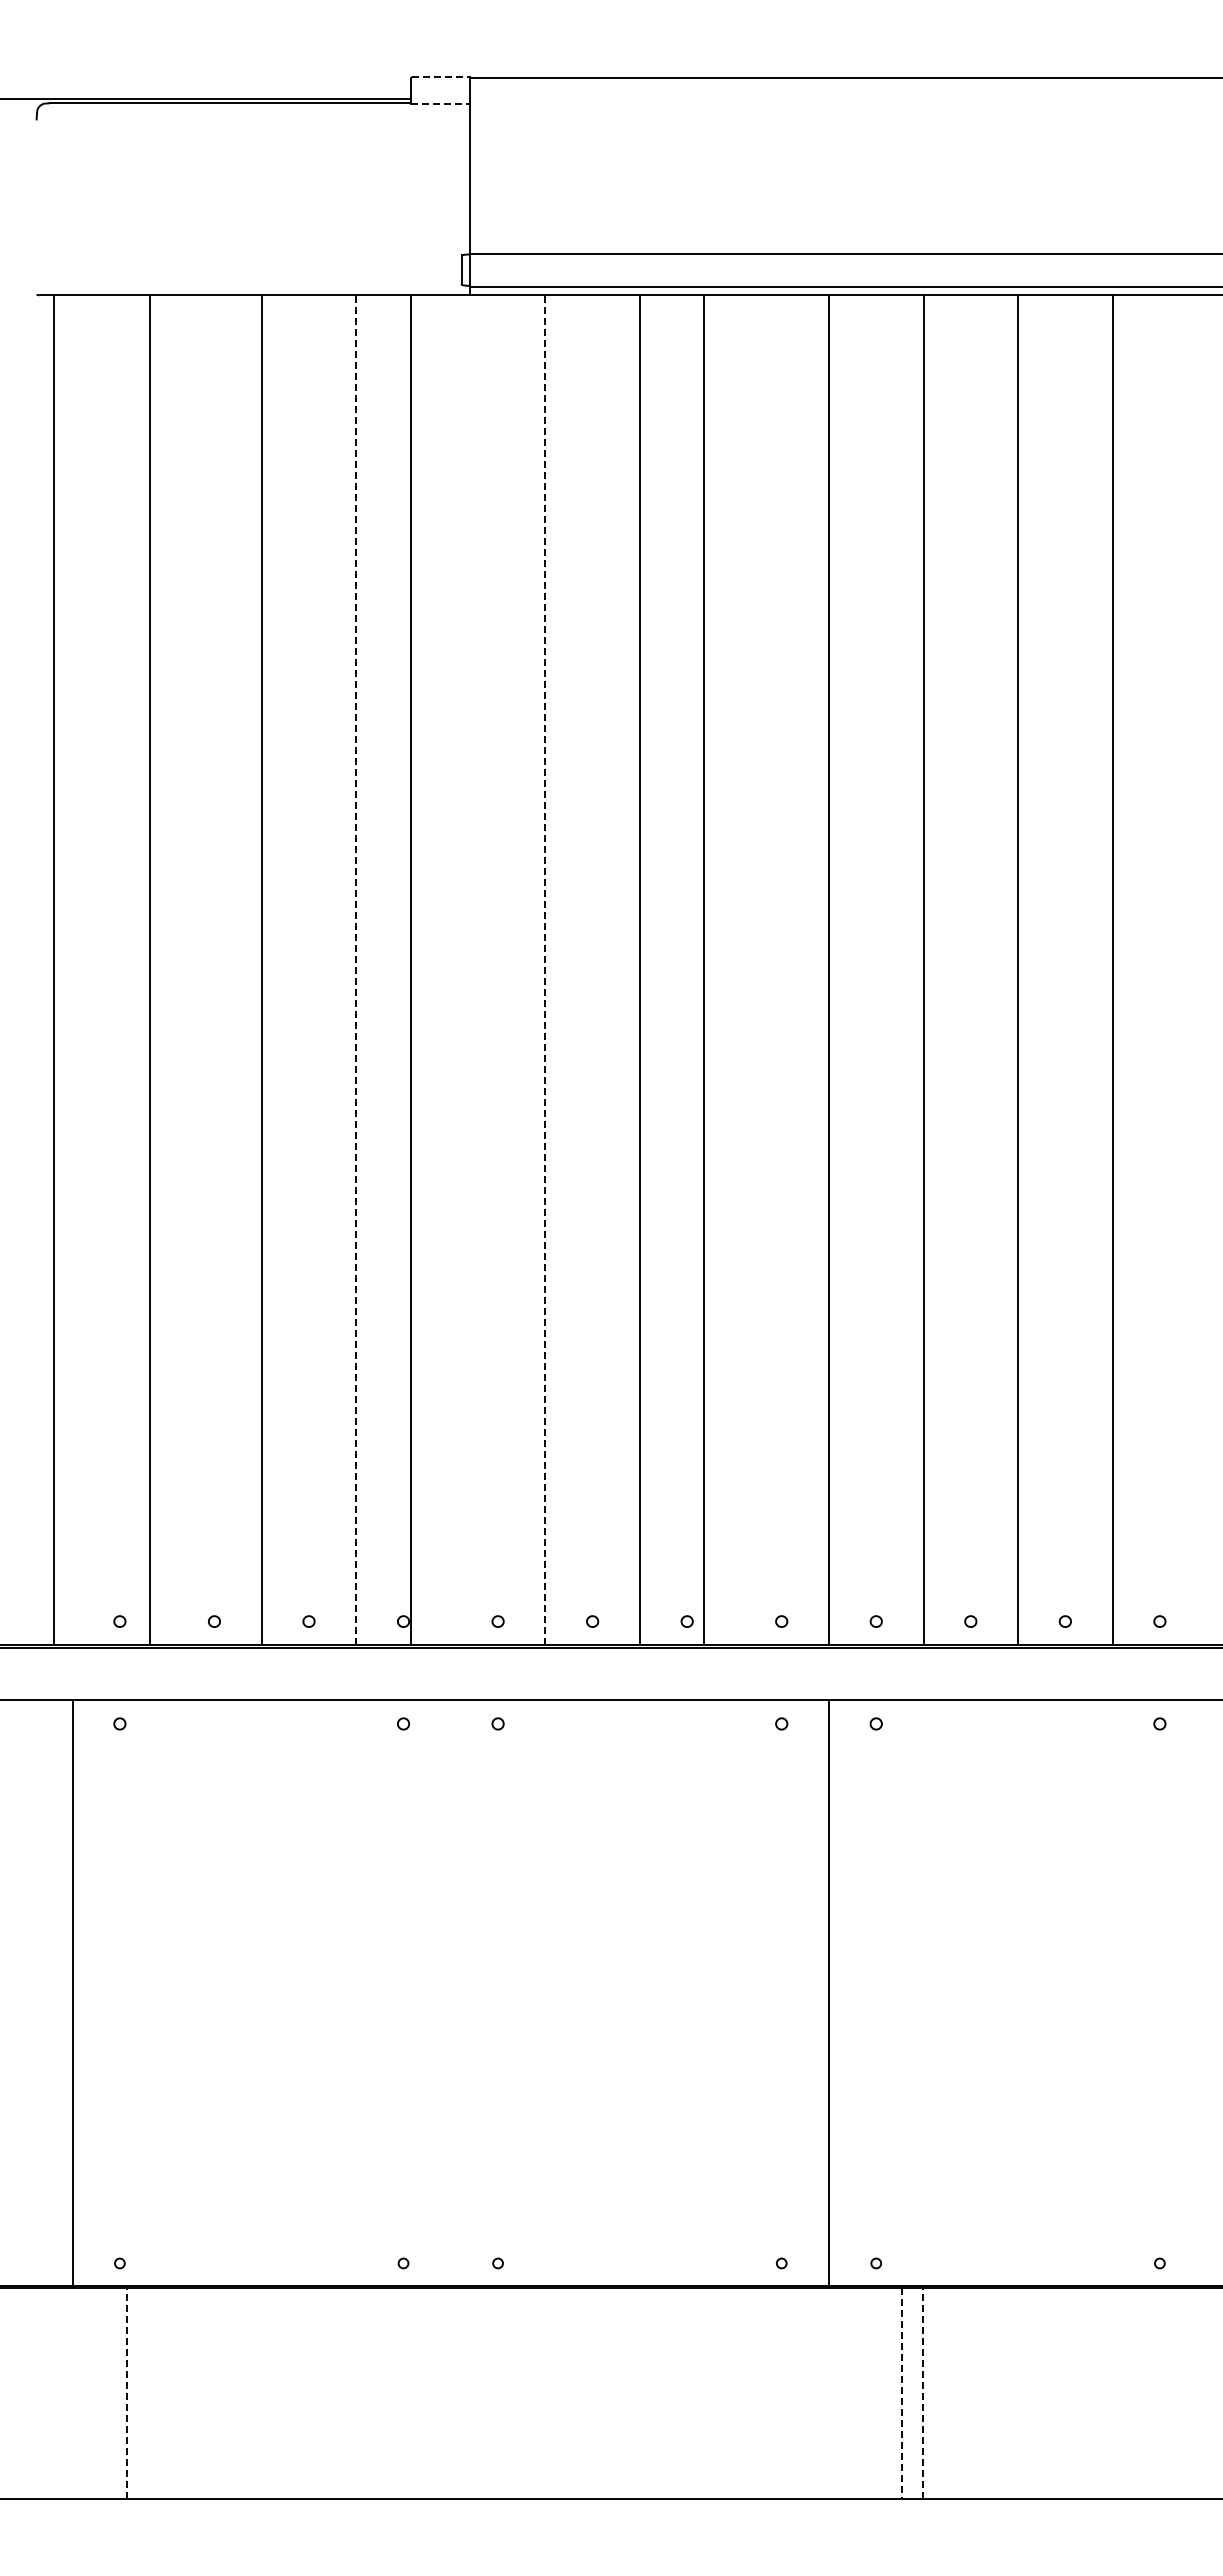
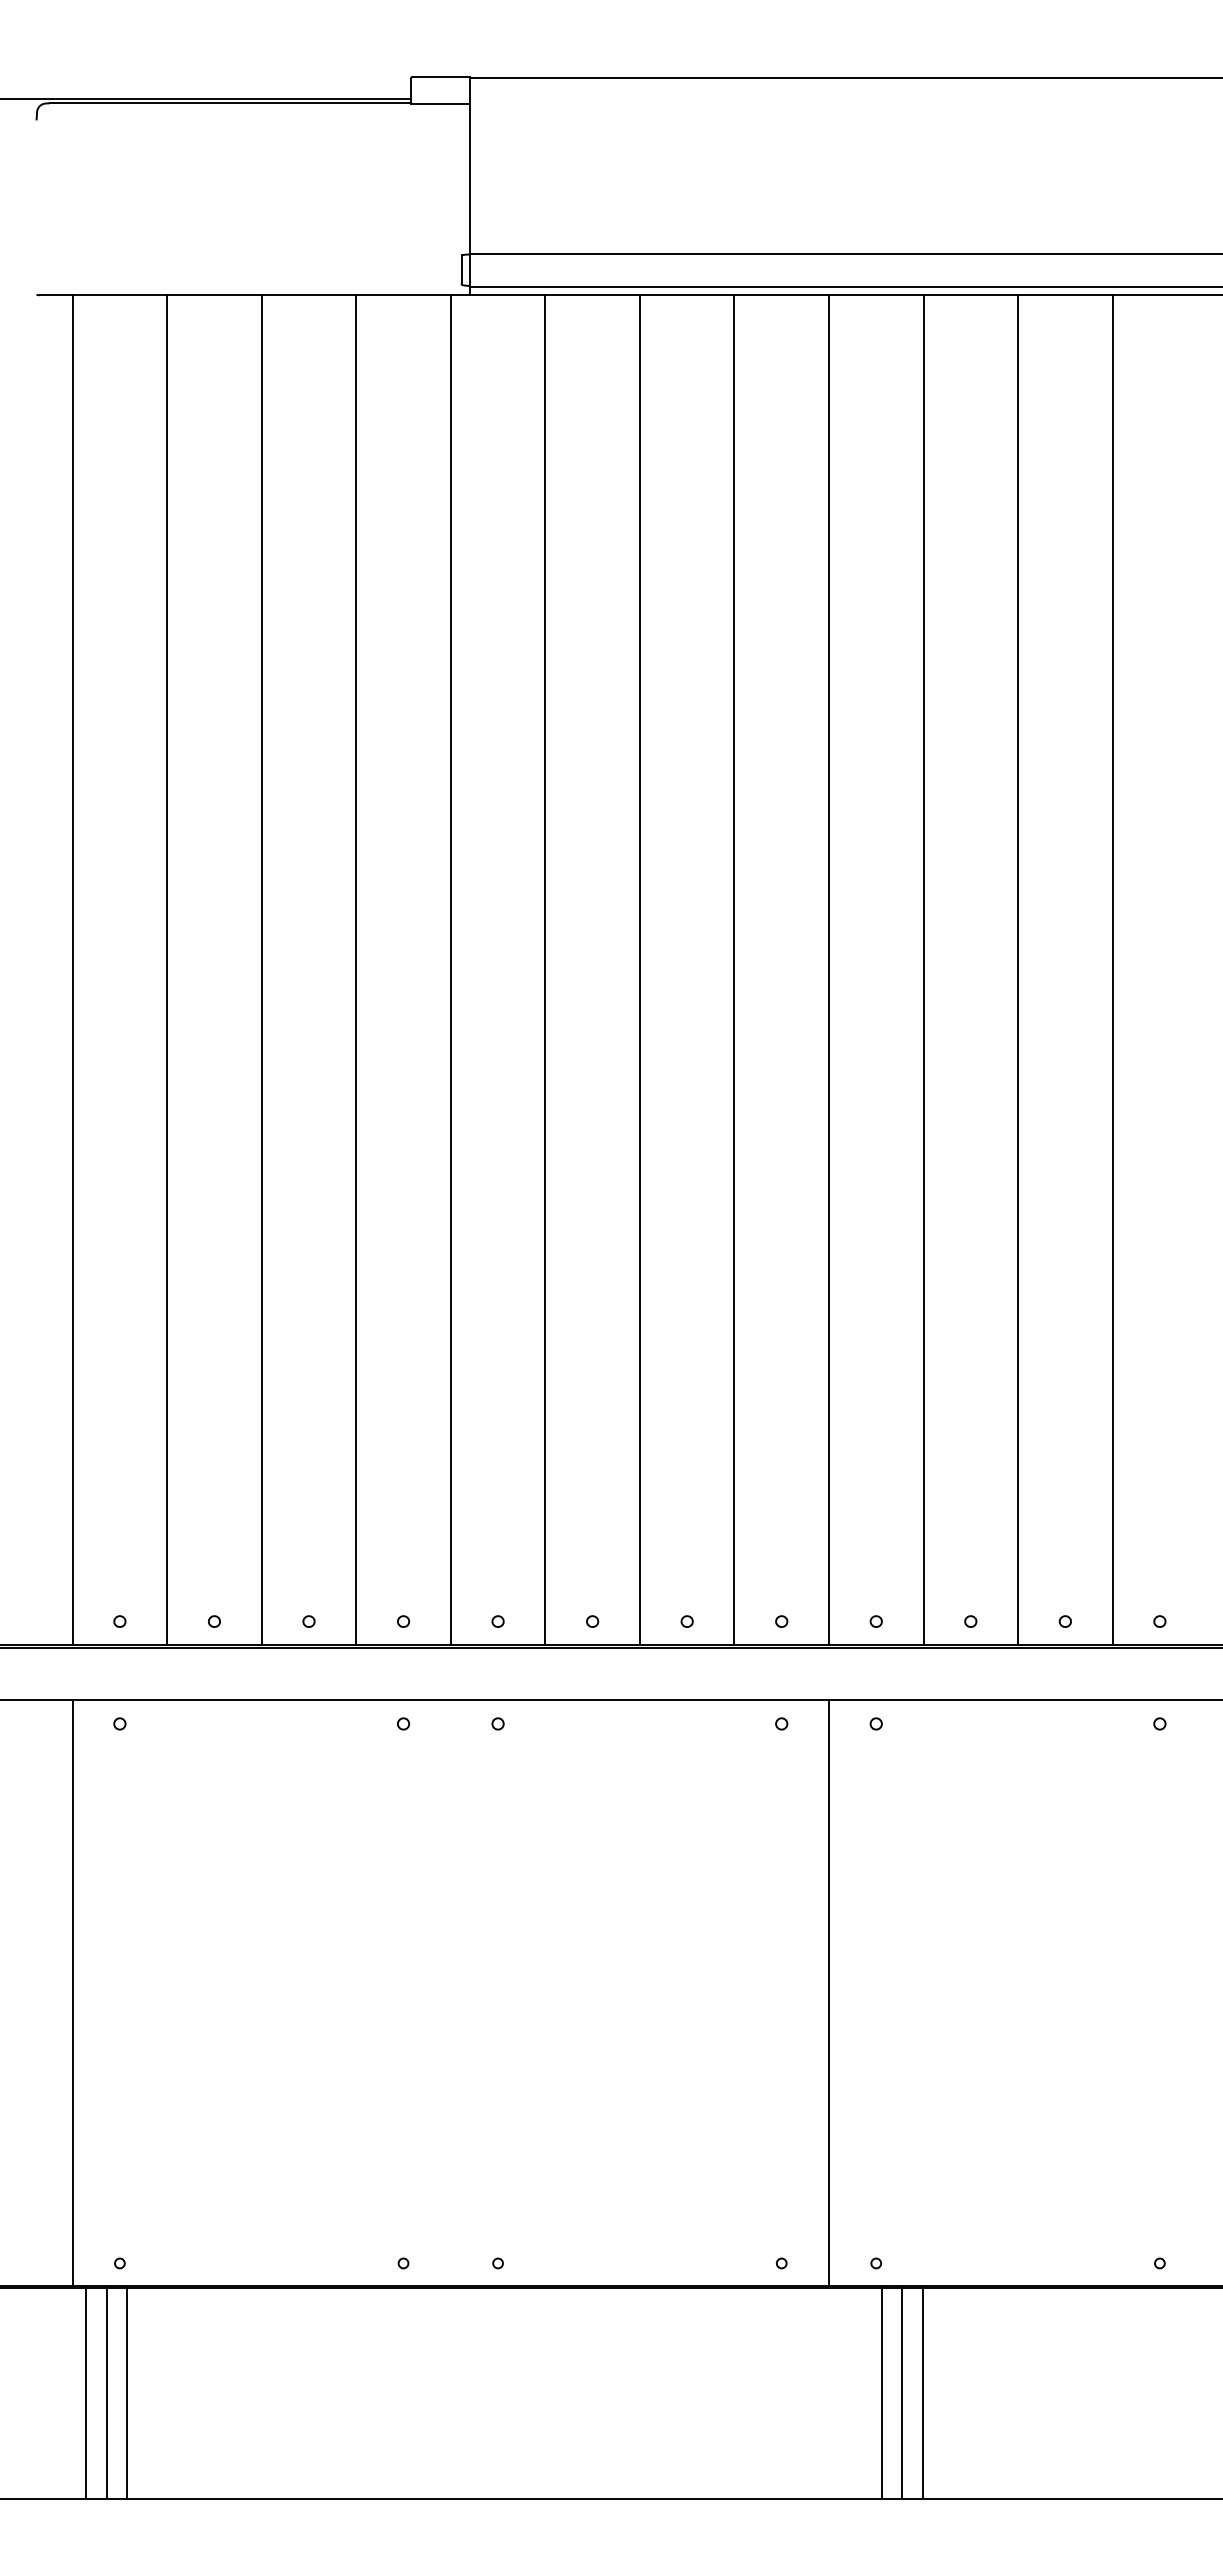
line at (441, 77): dashed -> solid
line at (440, 103): dashed -> solid
line at (53, 969) position: (53, 969) -> (72, 969)
line at (150, 969) position: (150, 969) -> (167, 969)
line at (356, 969): dashed -> solid
line at (410, 969) position: (410, 969) -> (450, 969)
line at (545, 969): dashed -> solid
line at (704, 969) position: (704, 969) -> (734, 969)
line at (127, 2392): dashed -> solid
line at (923, 2392): dashed -> solid
line at (85, 2393): none -> present
line at (106, 2393): none -> present
line at (881, 2393): none -> present
line at (902, 2393): dashed -> solid
